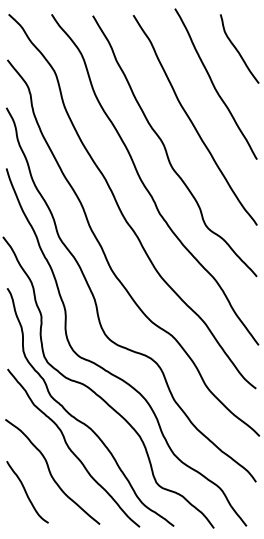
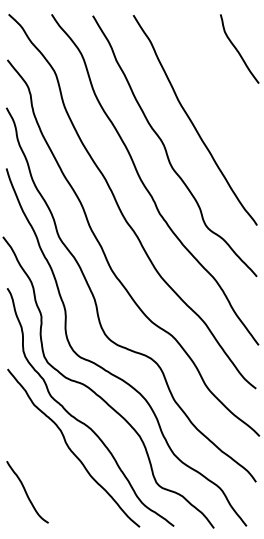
curve at (214, 84): present -> none
curve at (50, 471): present -> none
